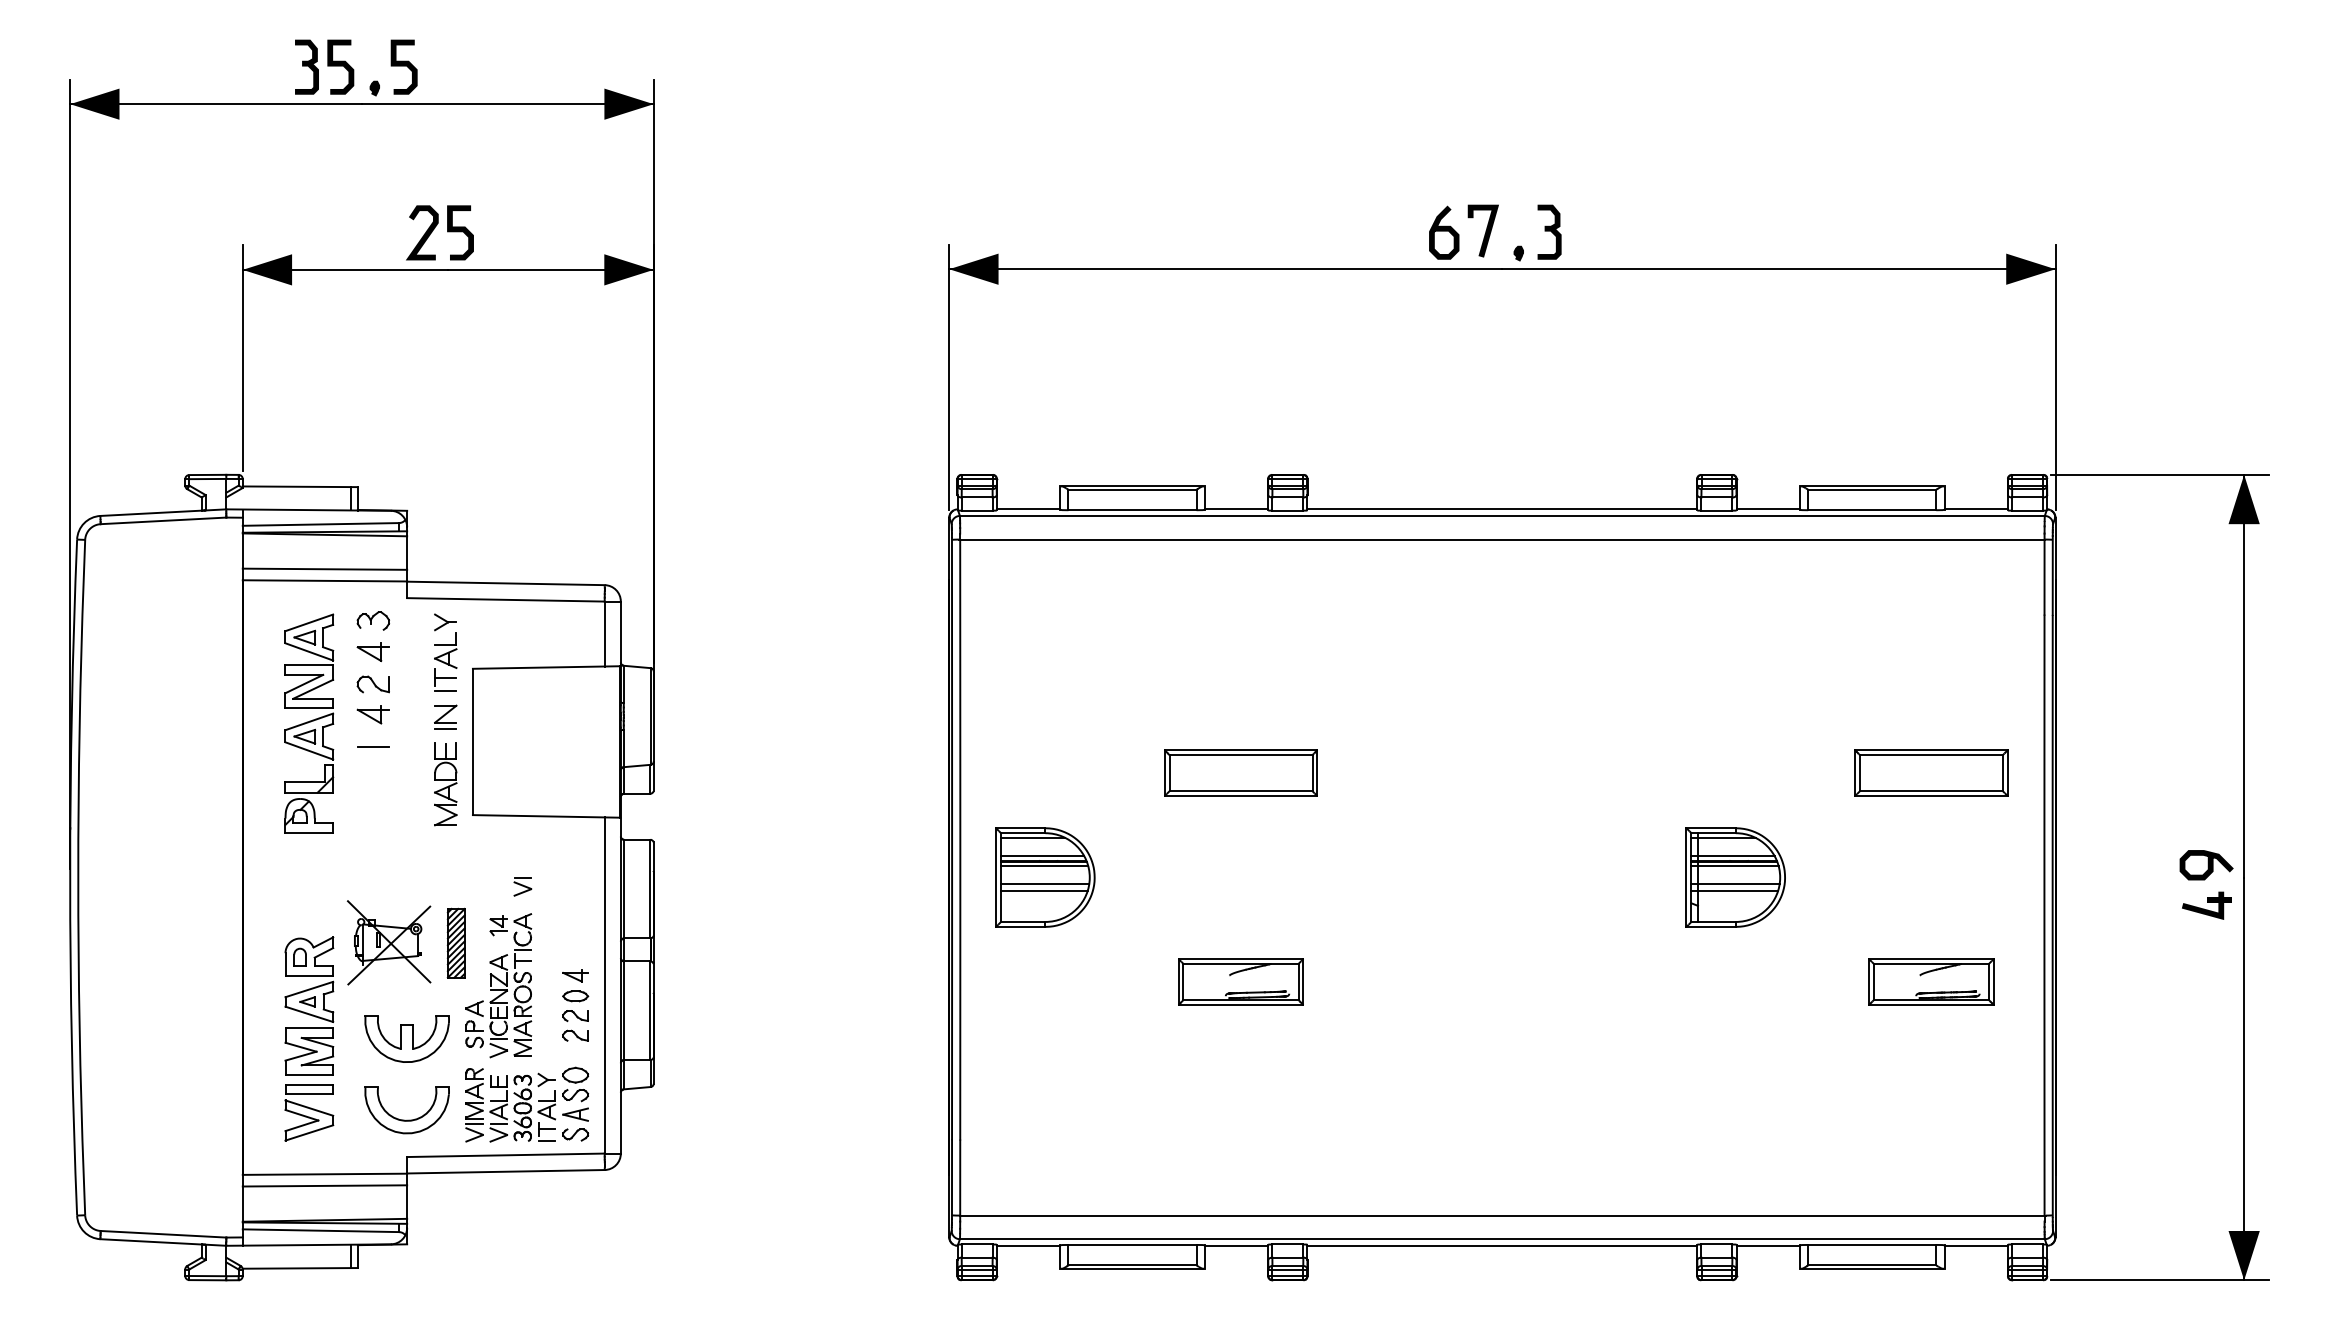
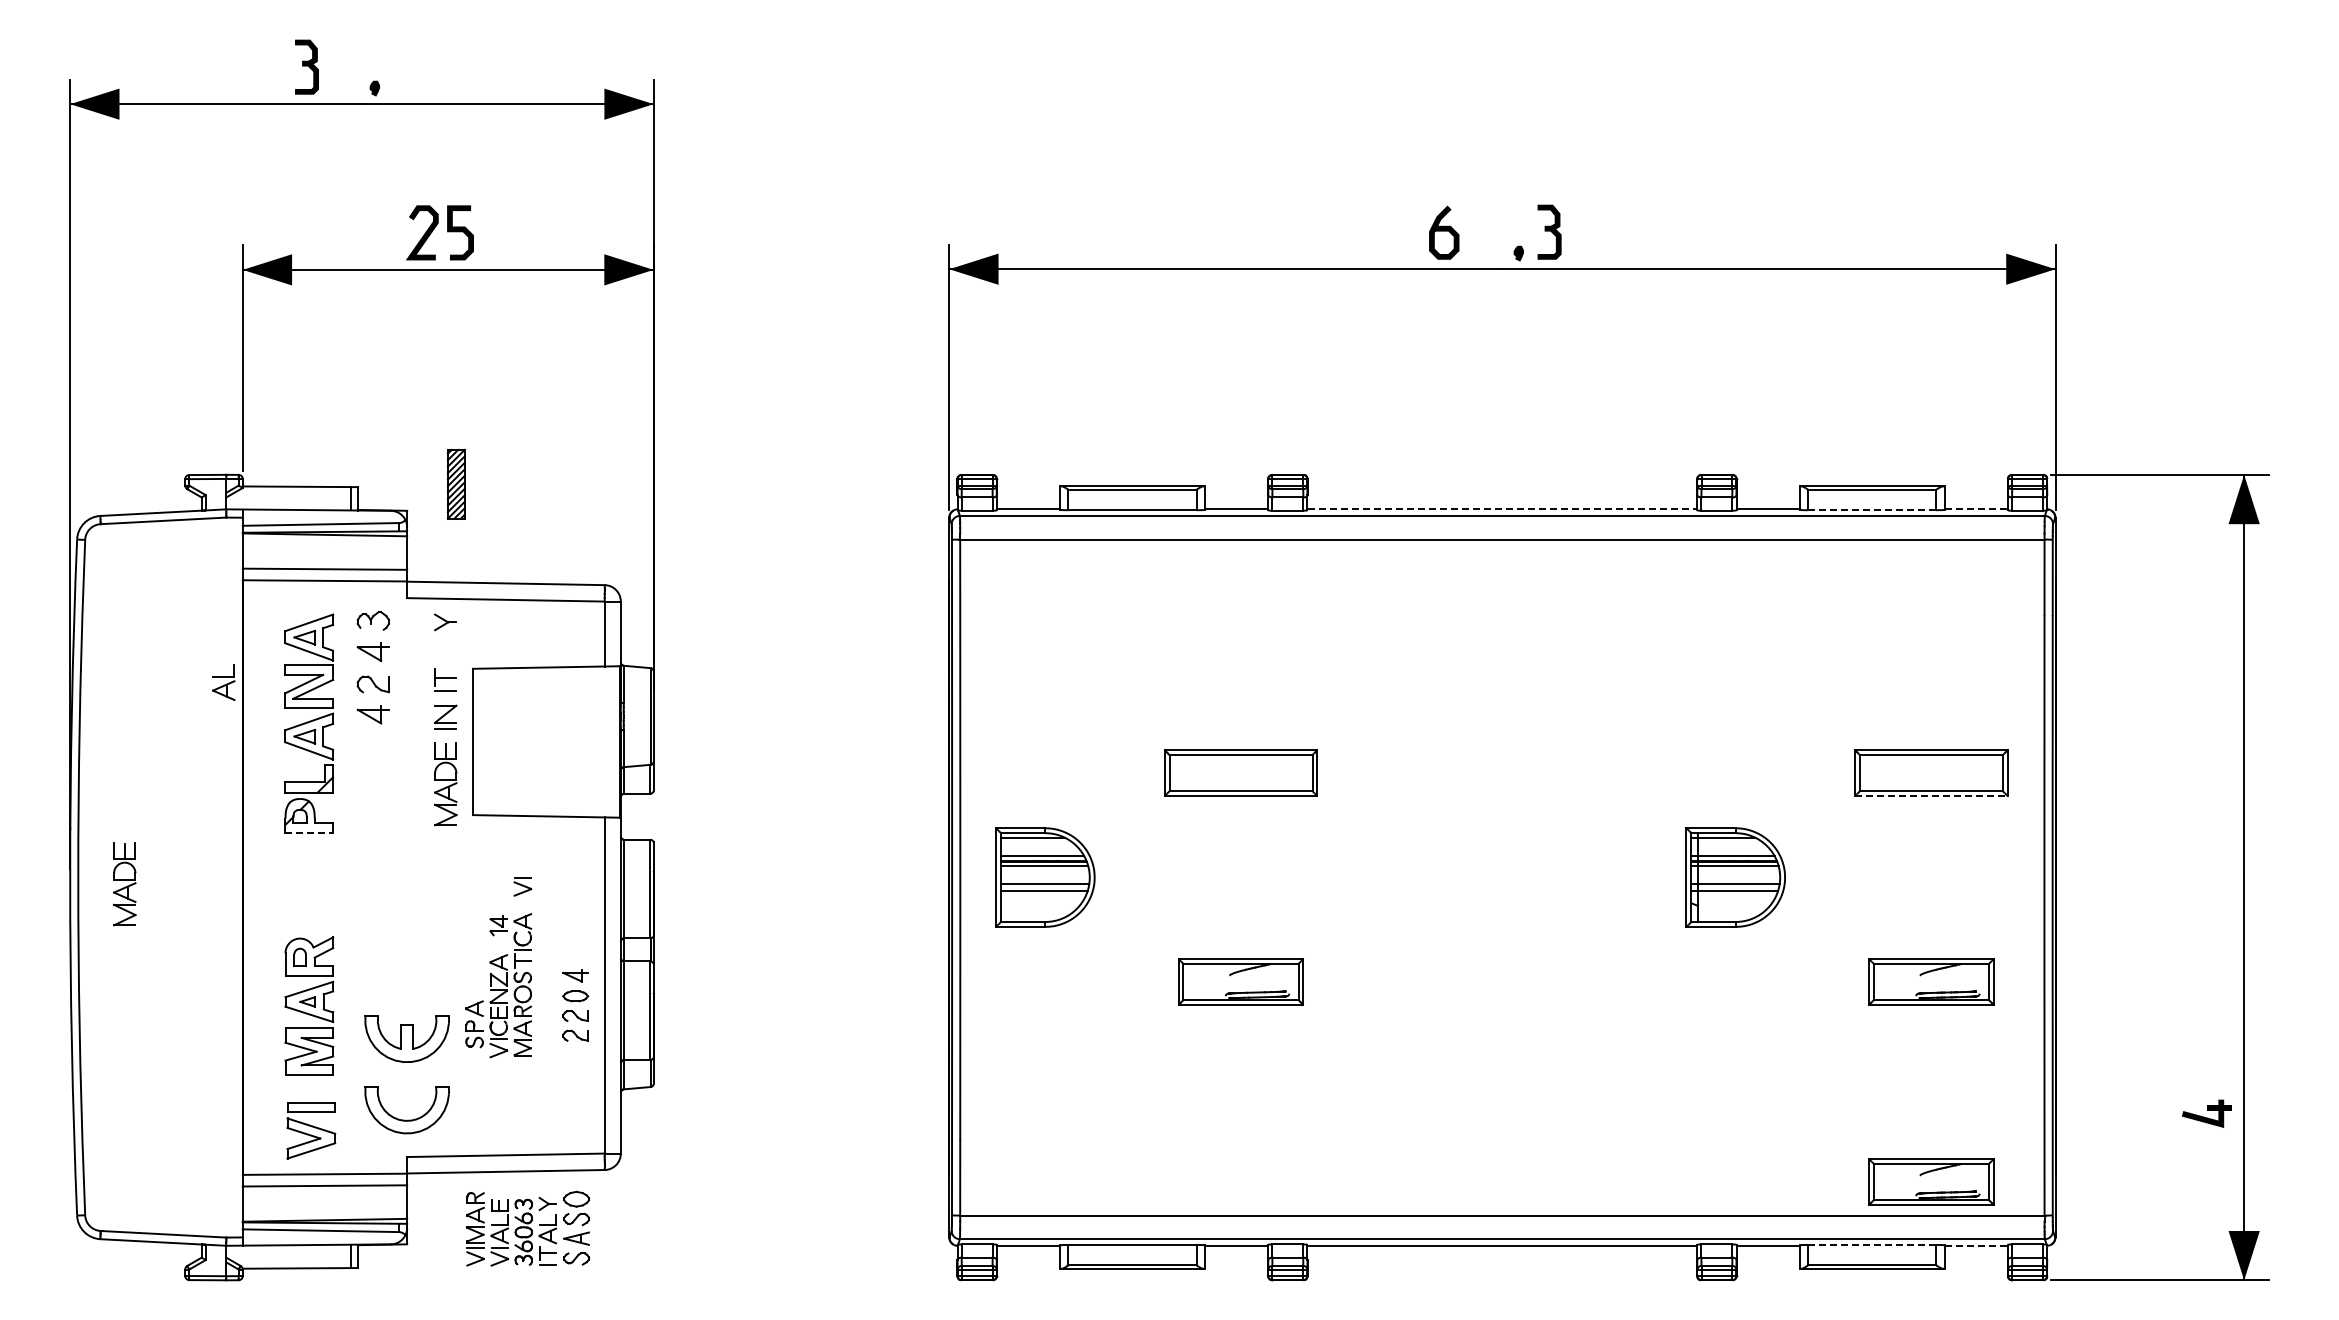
curve at (340, 66): present -> none
curve at (403, 66): present -> none
line at (1485, 230): present -> none
line at (1502, 509): solid -> dashed
line at (1976, 509): solid -> dashed
line at (1872, 510): solid -> dashed
part at (445, 650) position: (445, 650) -> (223, 682)
line at (373, 746): present -> none
line at (1931, 796): solid -> dashed
line at (309, 833): solid -> dashed
curve at (2207, 865): present -> none
part at (124, 884): none -> present
part at (2206, 905) position: (2206, 905) -> (2206, 1113)
part at (388, 942): present -> none
part at (455, 942) position: (455, 942) -> (455, 483)
part at (526, 1104) position: (526, 1104) -> (527, 1228)
part at (309, 1112) position: (309, 1112) -> (311, 1130)
part at (1931, 1181): none -> present
line at (1872, 1244): solid -> dashed
line at (1976, 1245): solid -> dashed
